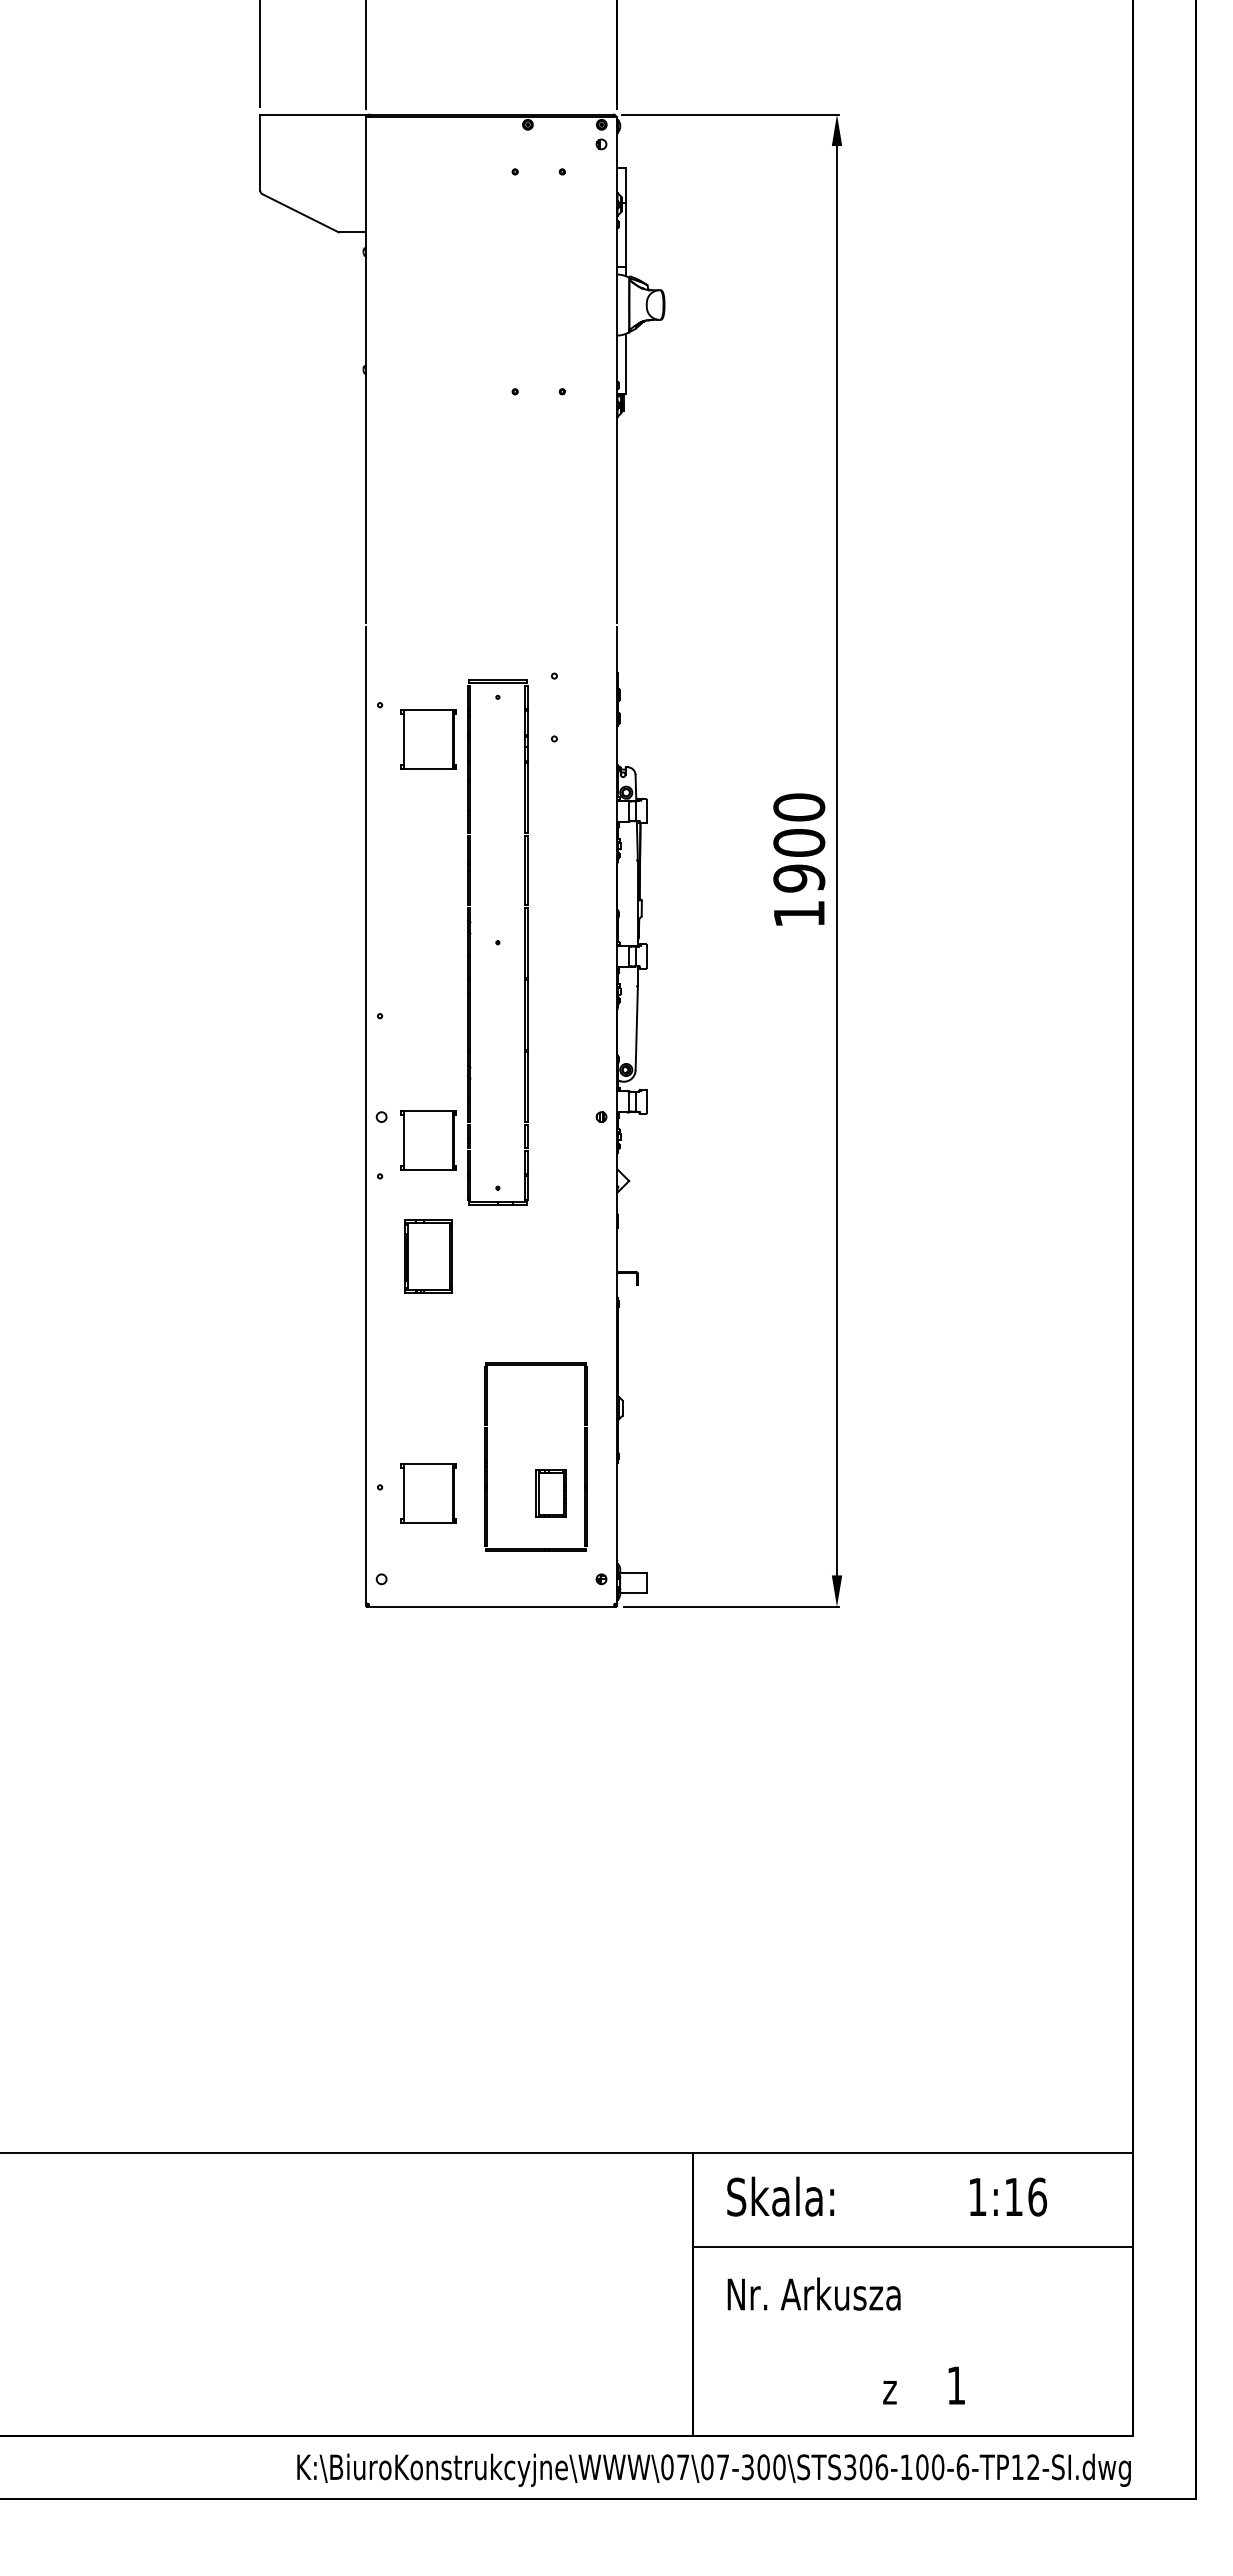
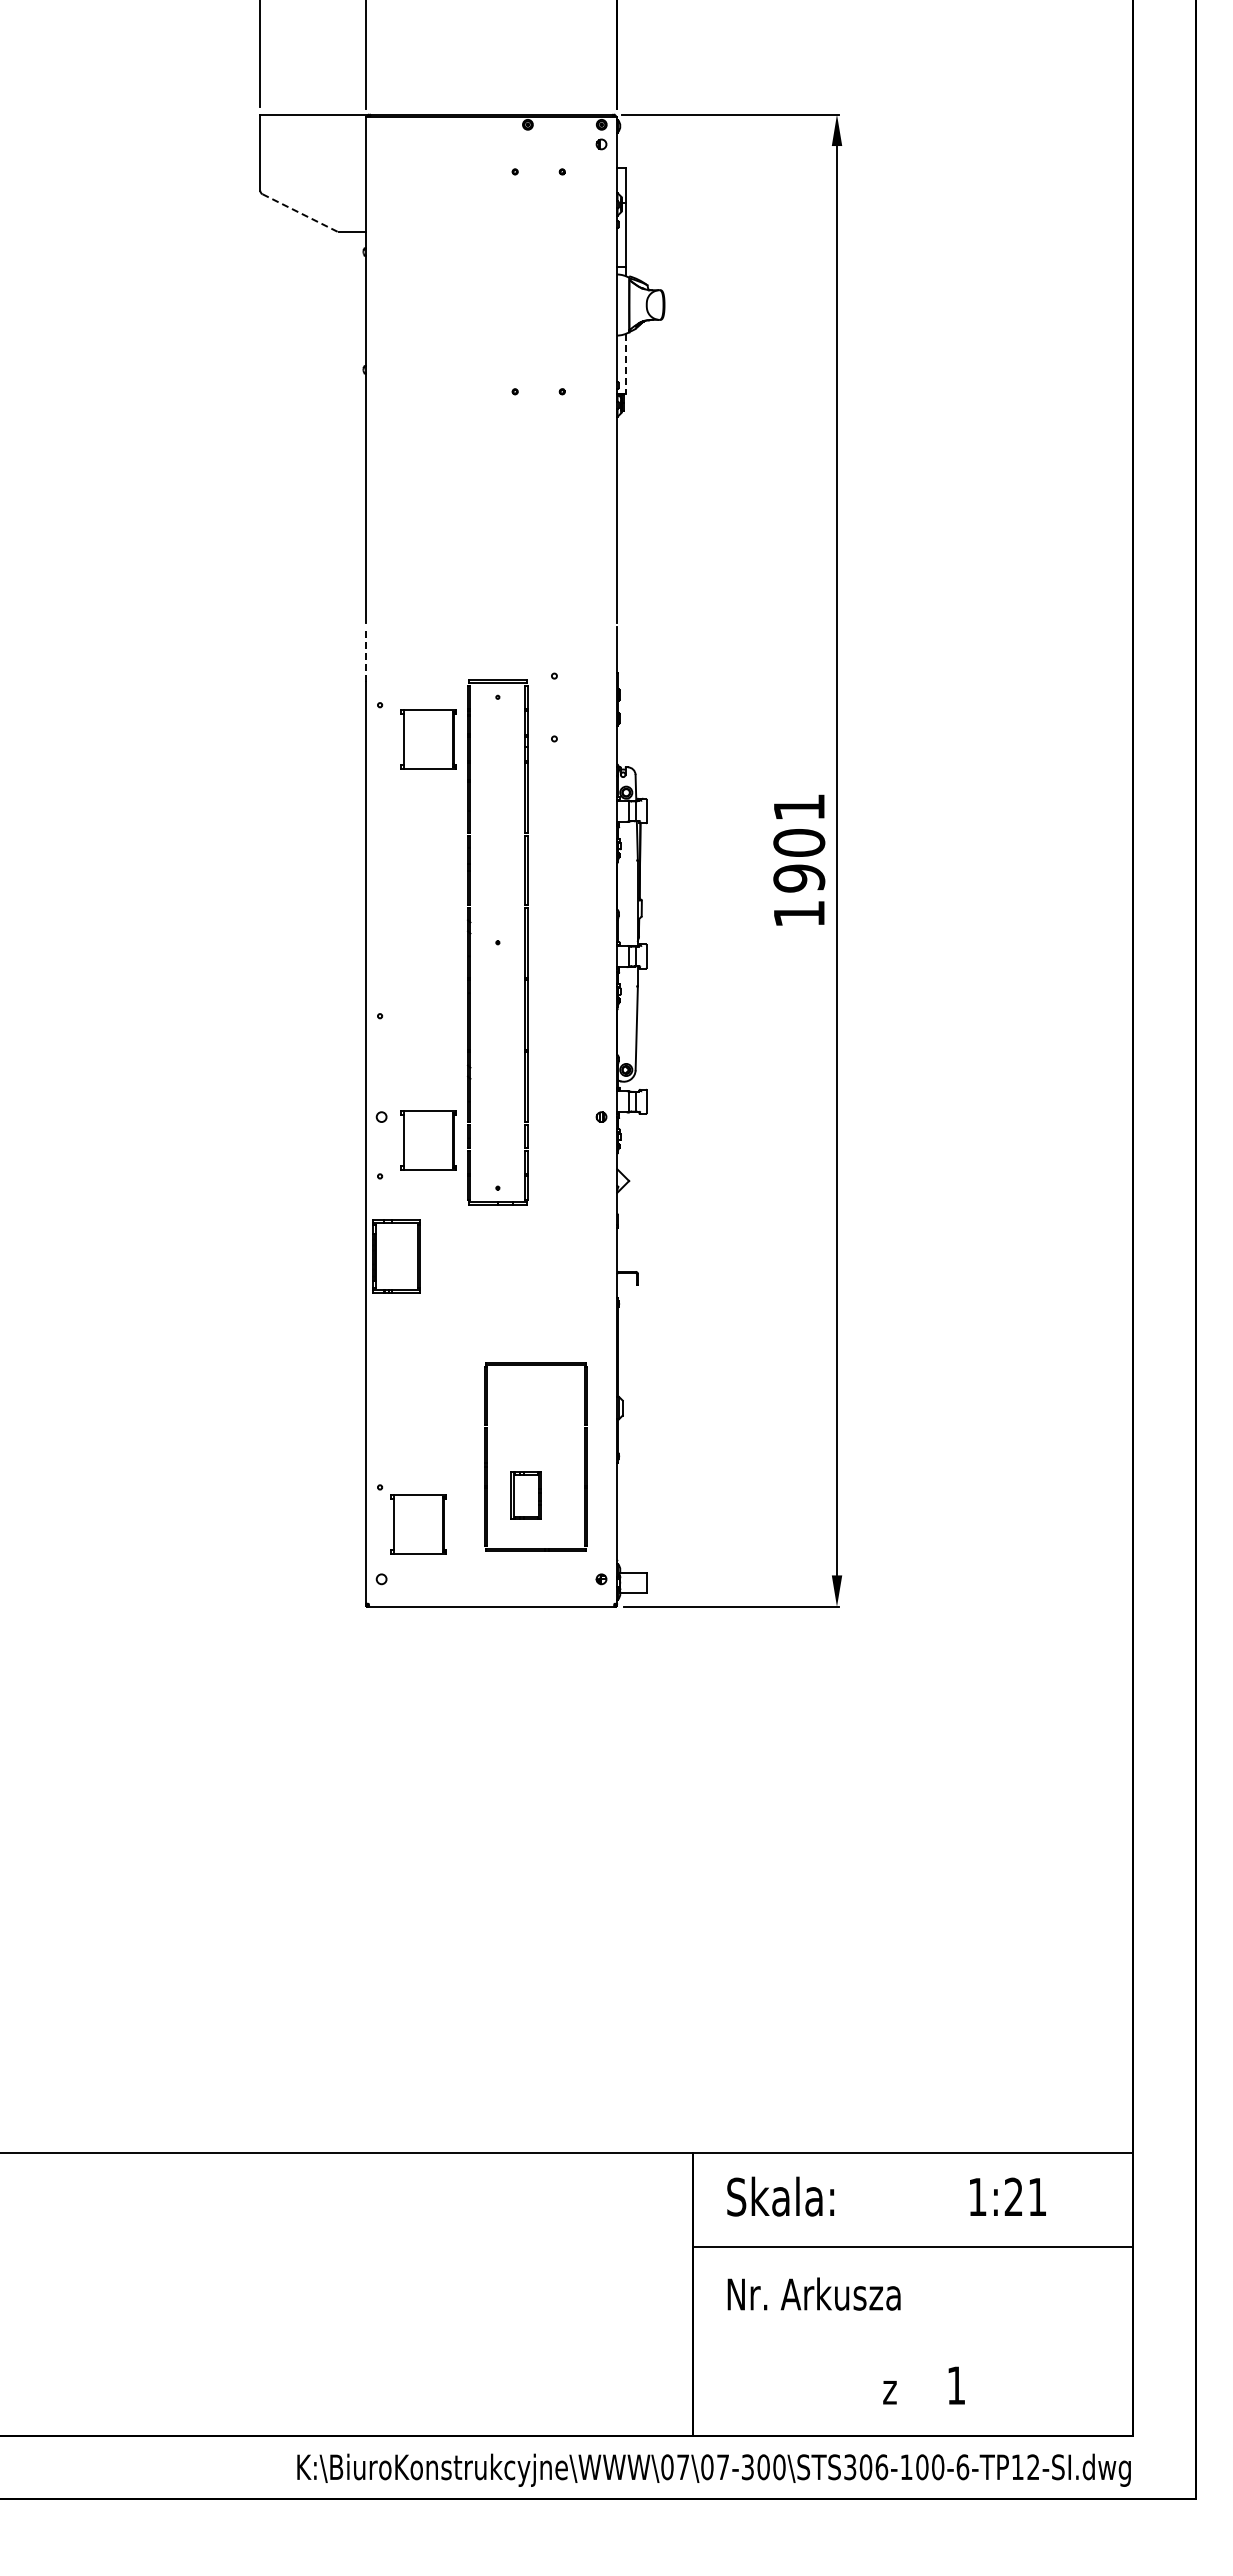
line at (300, 213): solid -> dashed
line at (625, 364): solid -> dashed
line at (365, 654): solid -> dashed
text at (799, 807): 1900 -> 1901
part at (428, 1256) position: (428, 1256) -> (396, 1256)
part at (428, 1493) position: (428, 1493) -> (418, 1524)
part at (550, 1493) position: (550, 1493) -> (525, 1495)
text at (1025, 2196): 1:16 -> 1:21
